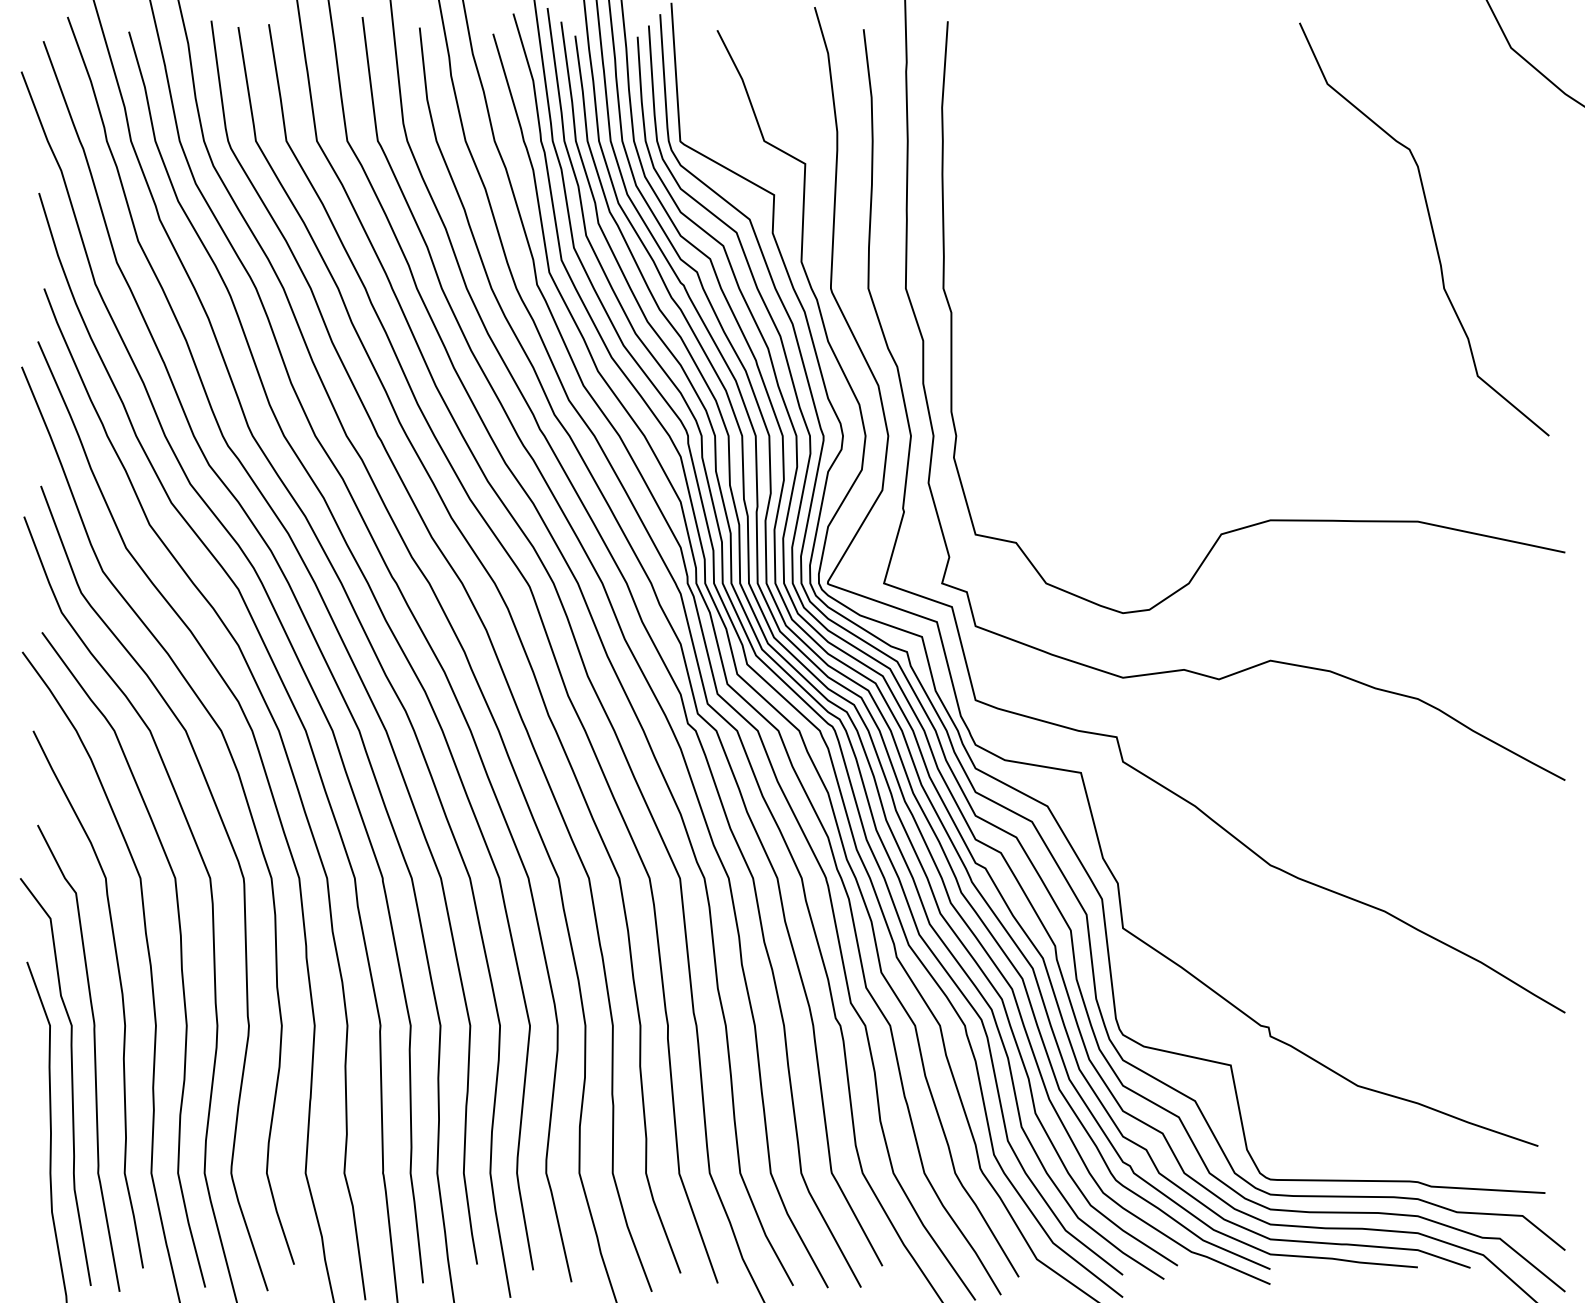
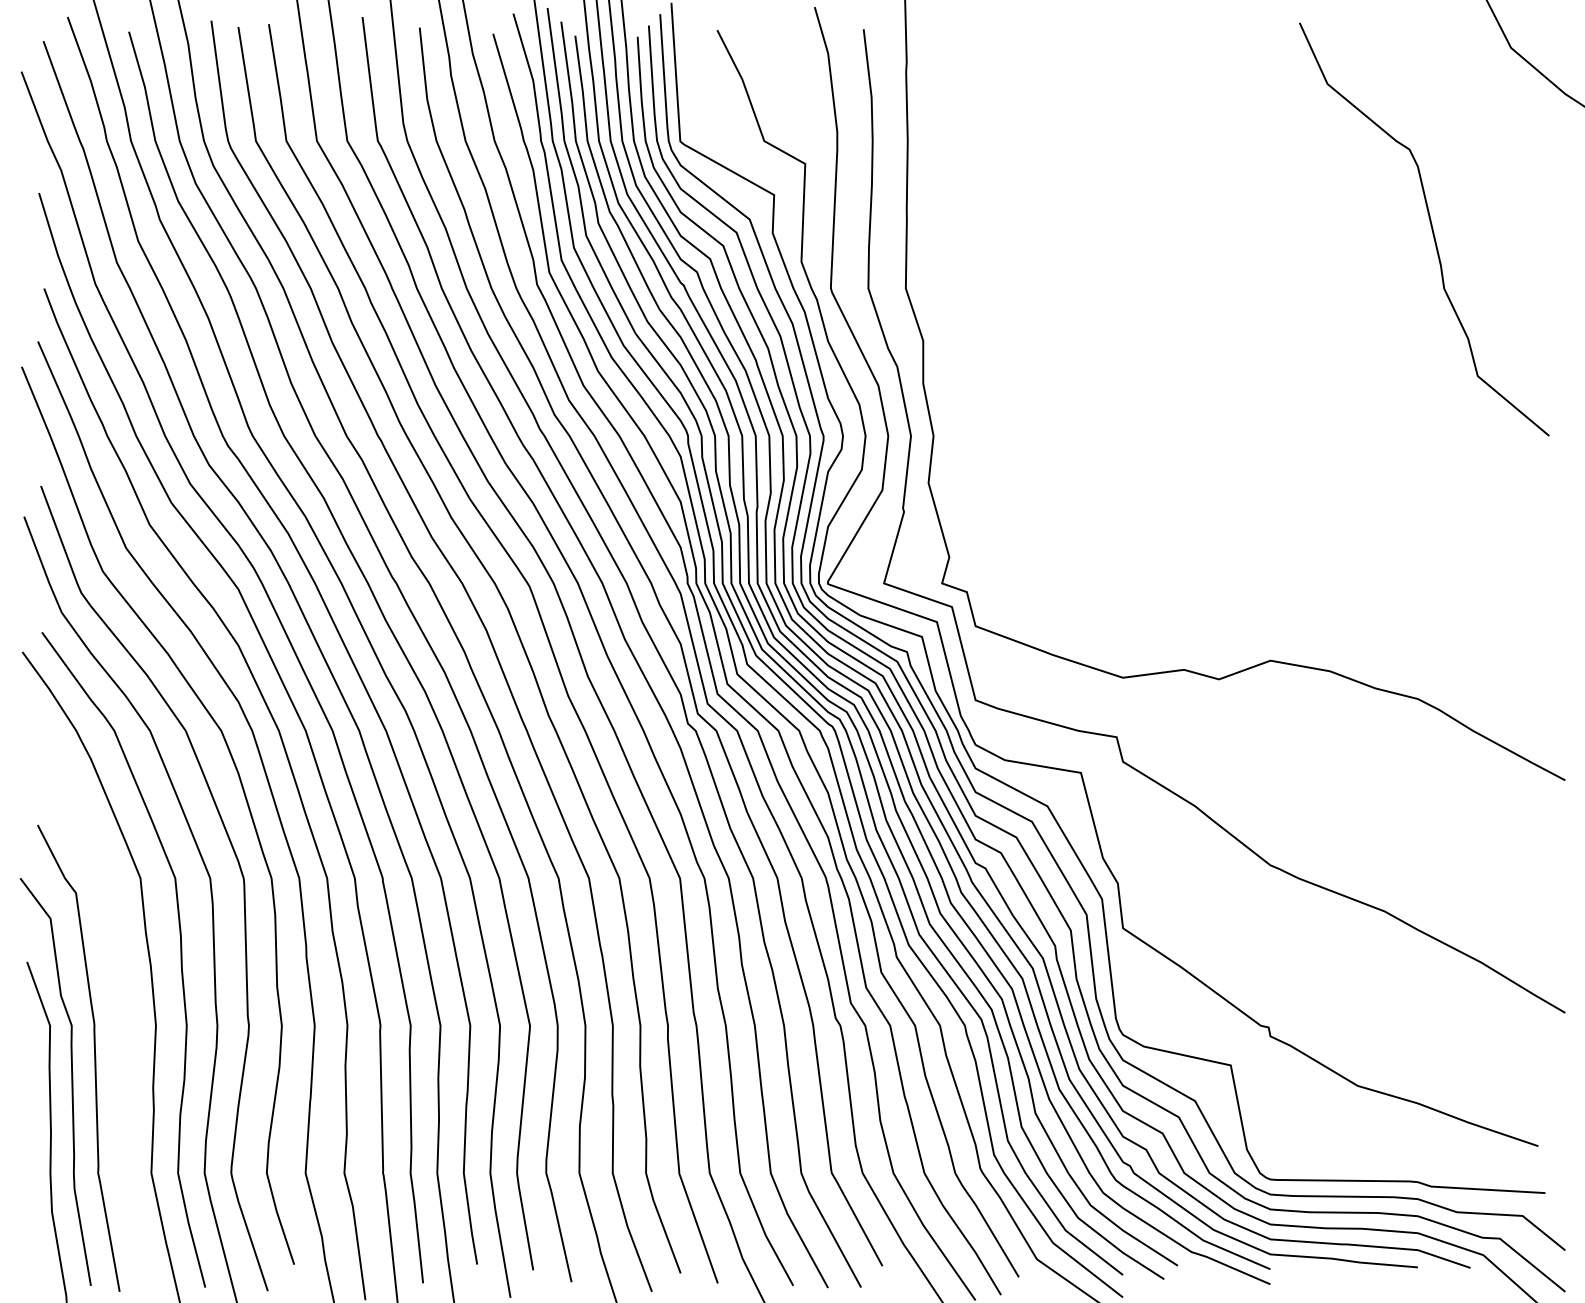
curve at (1269, 519): present -> none
curve at (121, 997): present -> none
